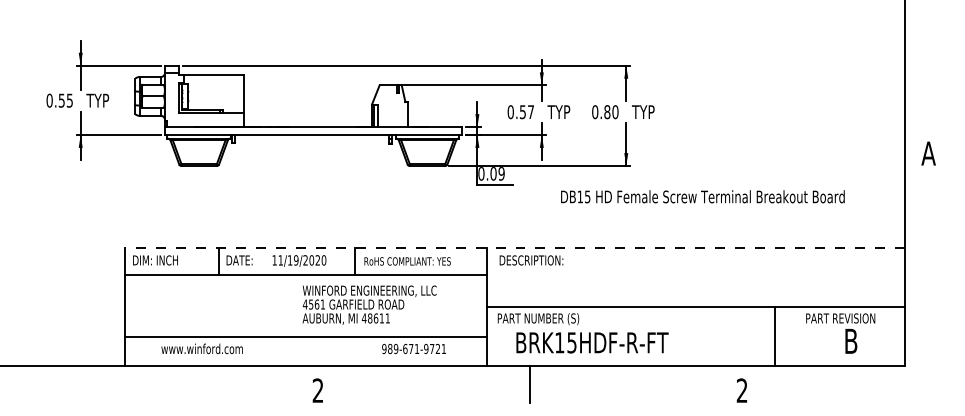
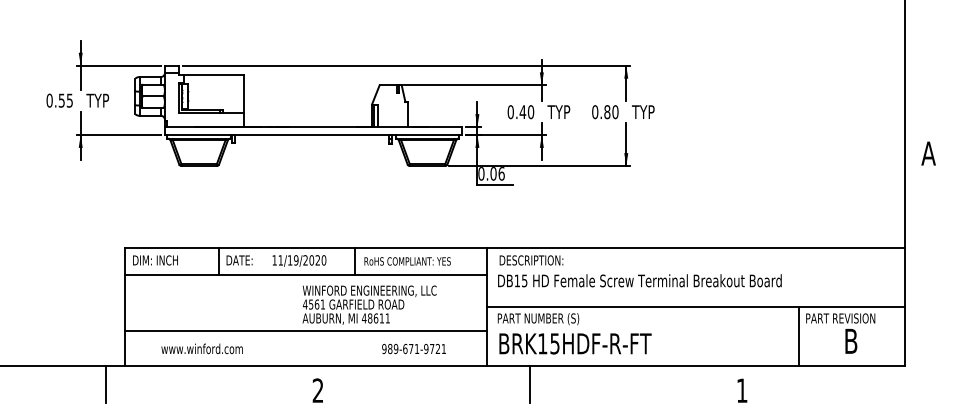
text at (526, 112): 0.57 -> 0.40
text at (501, 173): 0.09 -> 0.06
text at (702, 196) position: (702, 196) -> (639, 280)
line at (515, 247): dashed -> solid
line at (774, 336) position: (774, 336) -> (798, 336)
line at (305, 337) position: (305, 337) -> (305, 331)
text at (592, 342) position: (592, 342) -> (575, 343)
line at (106, 384): none -> present
text at (741, 390): 2 -> 1
